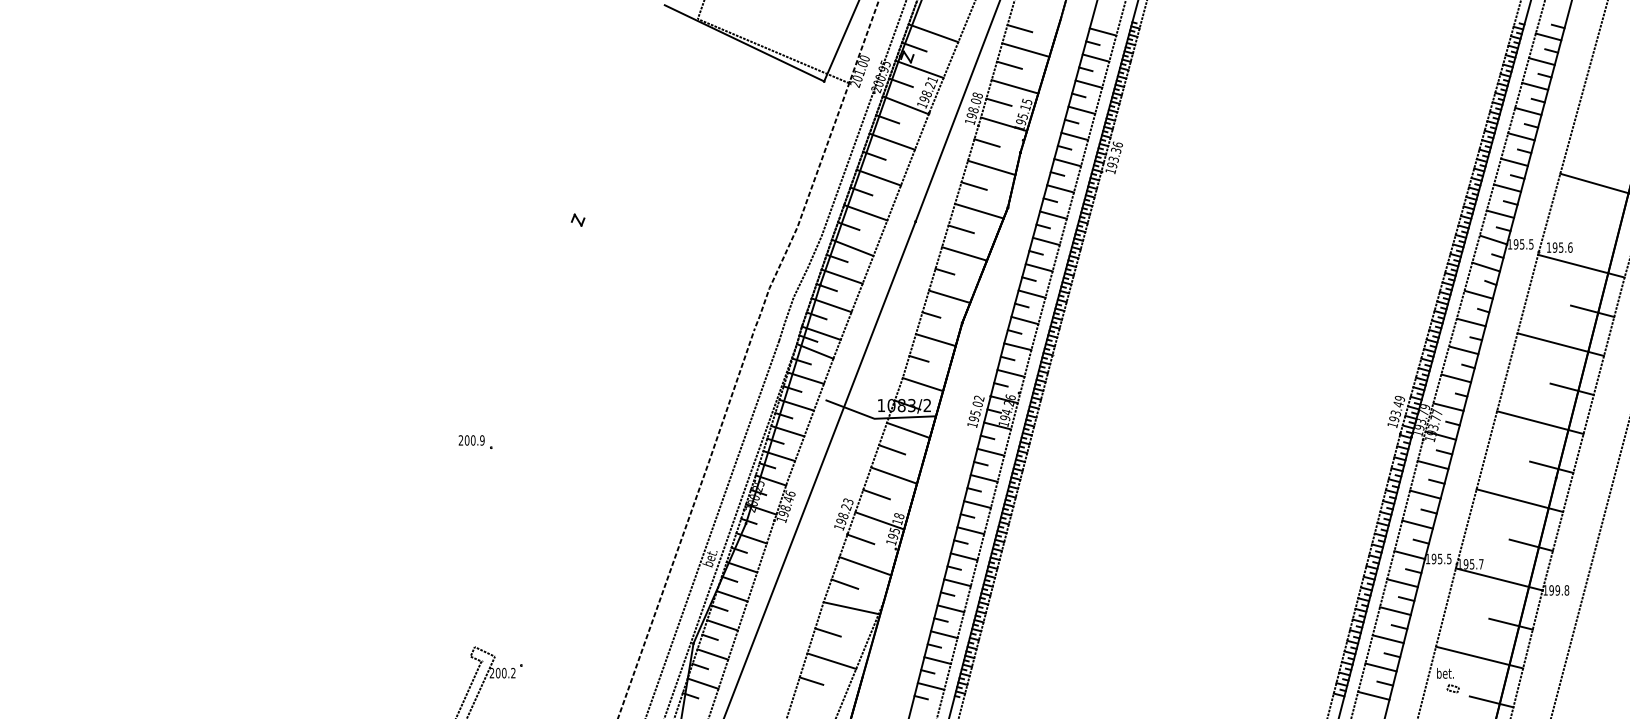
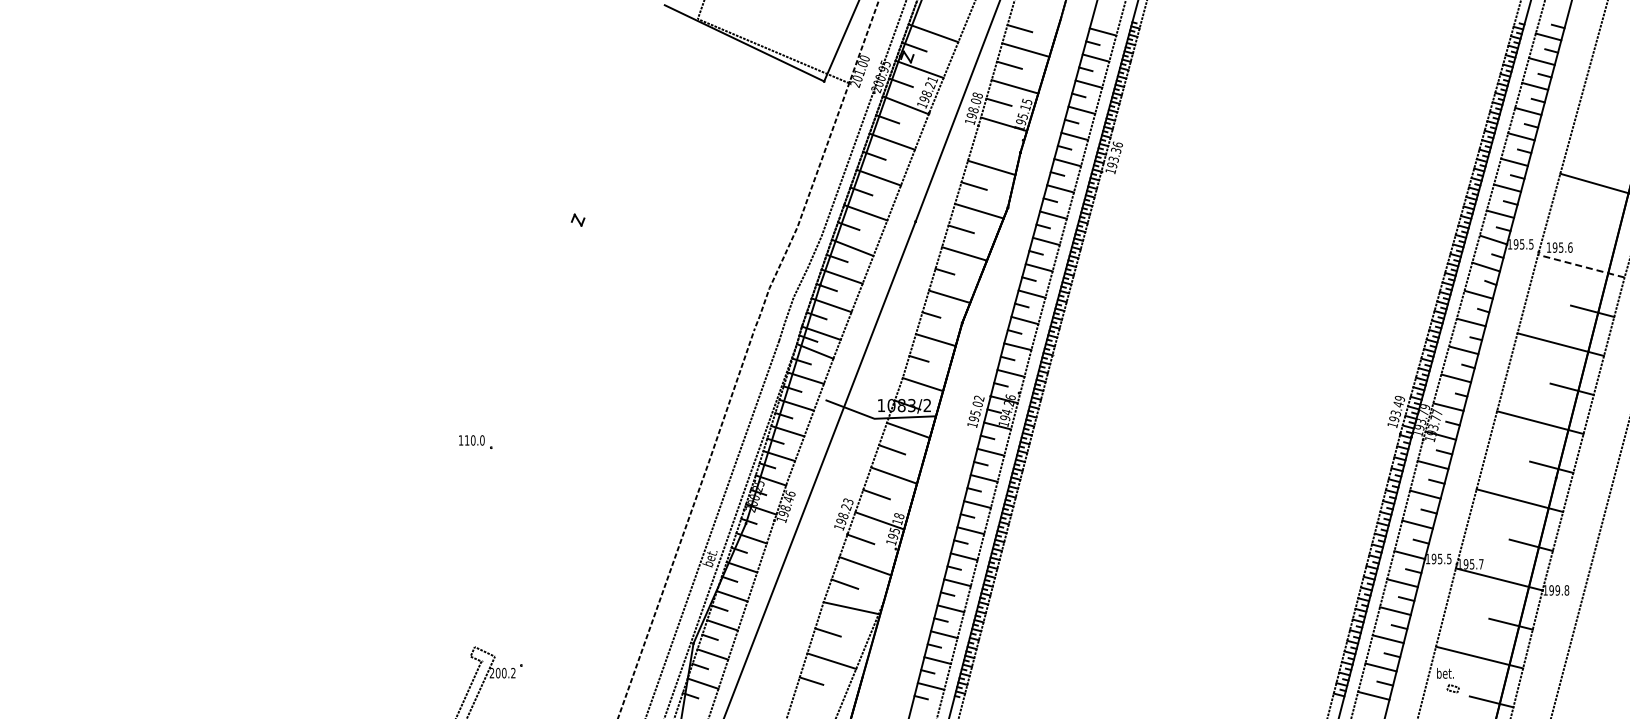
line at (986, 142): present -> none
line at (1581, 266): solid -> dashed
text at (471, 440): 200.9 -> 110.0
